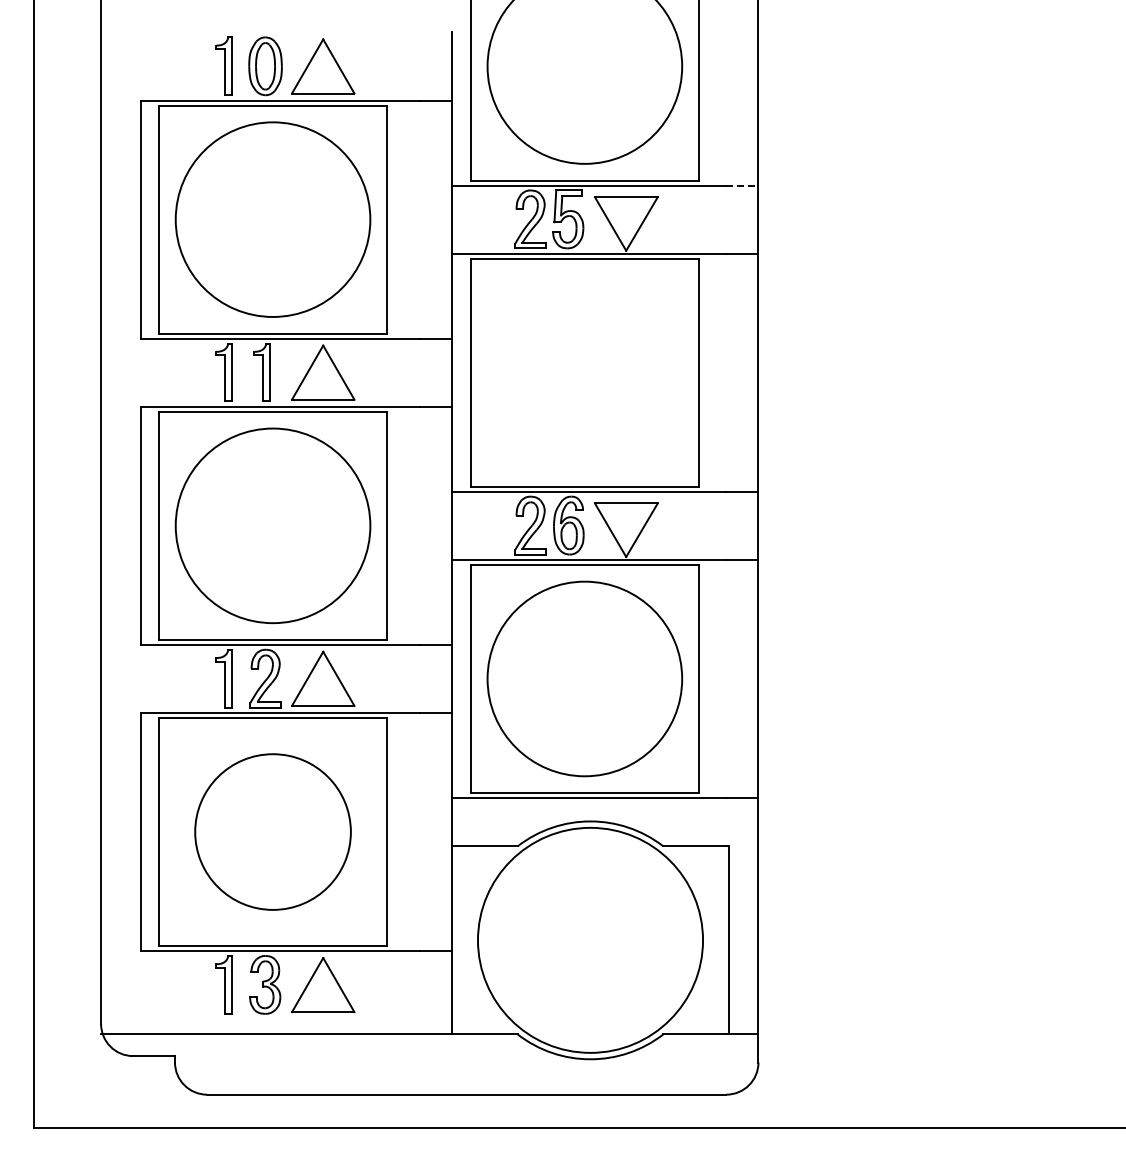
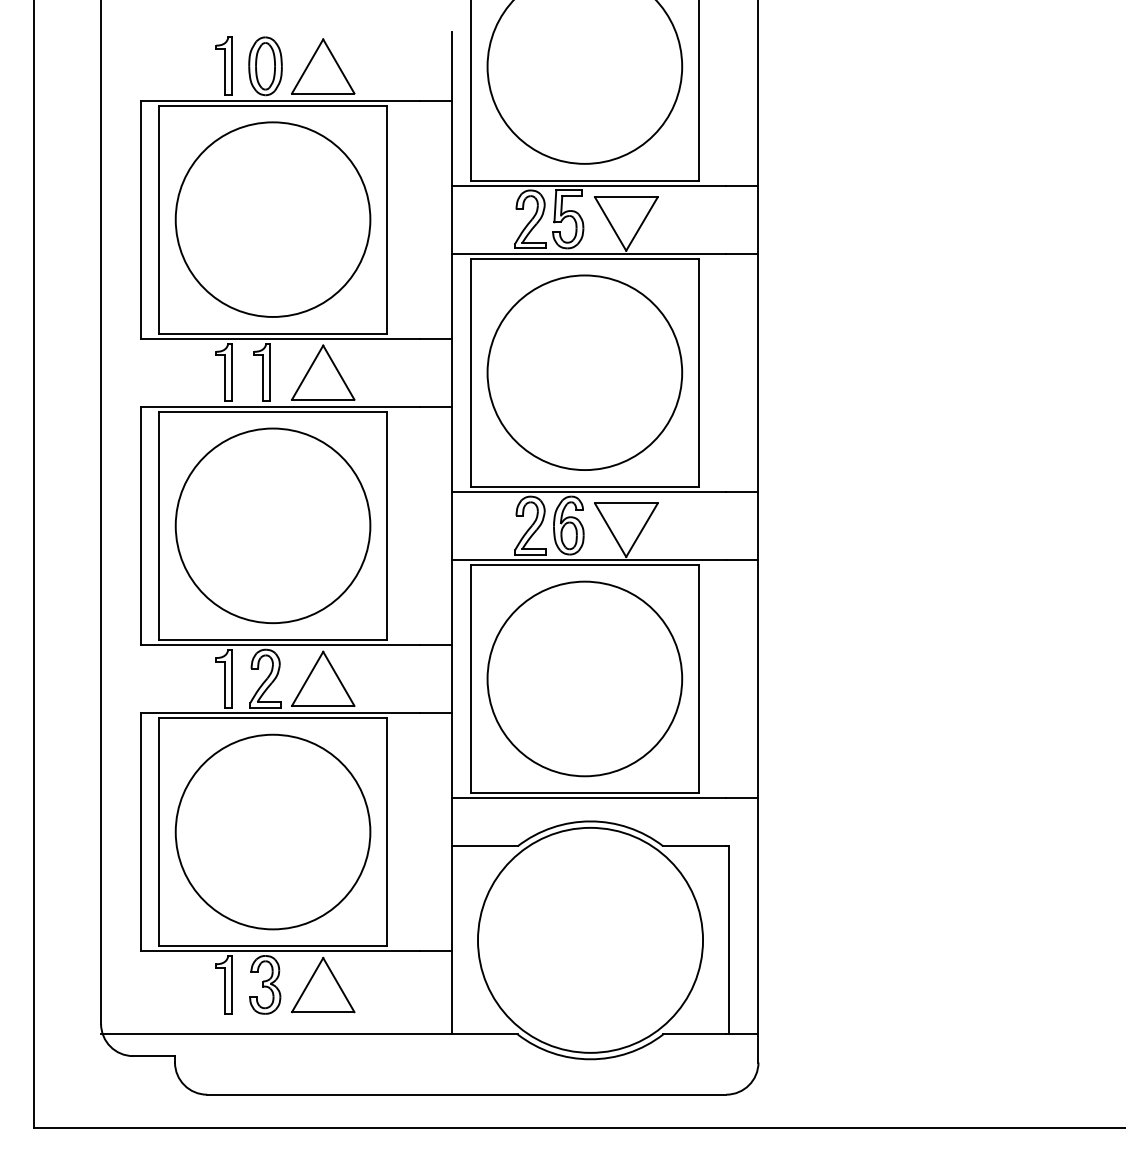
line at (742, 185): dashed -> solid
circle at (584, 372): none -> present
circle at (272, 831) diameter: 156 px -> 195 px
